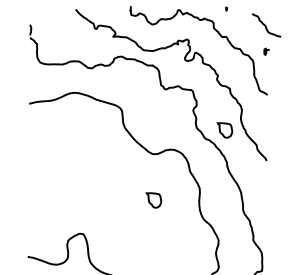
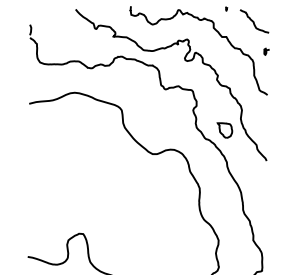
curve at (266, 25) position: (266, 25) -> (254, 21)
part at (153, 200): present -> none
